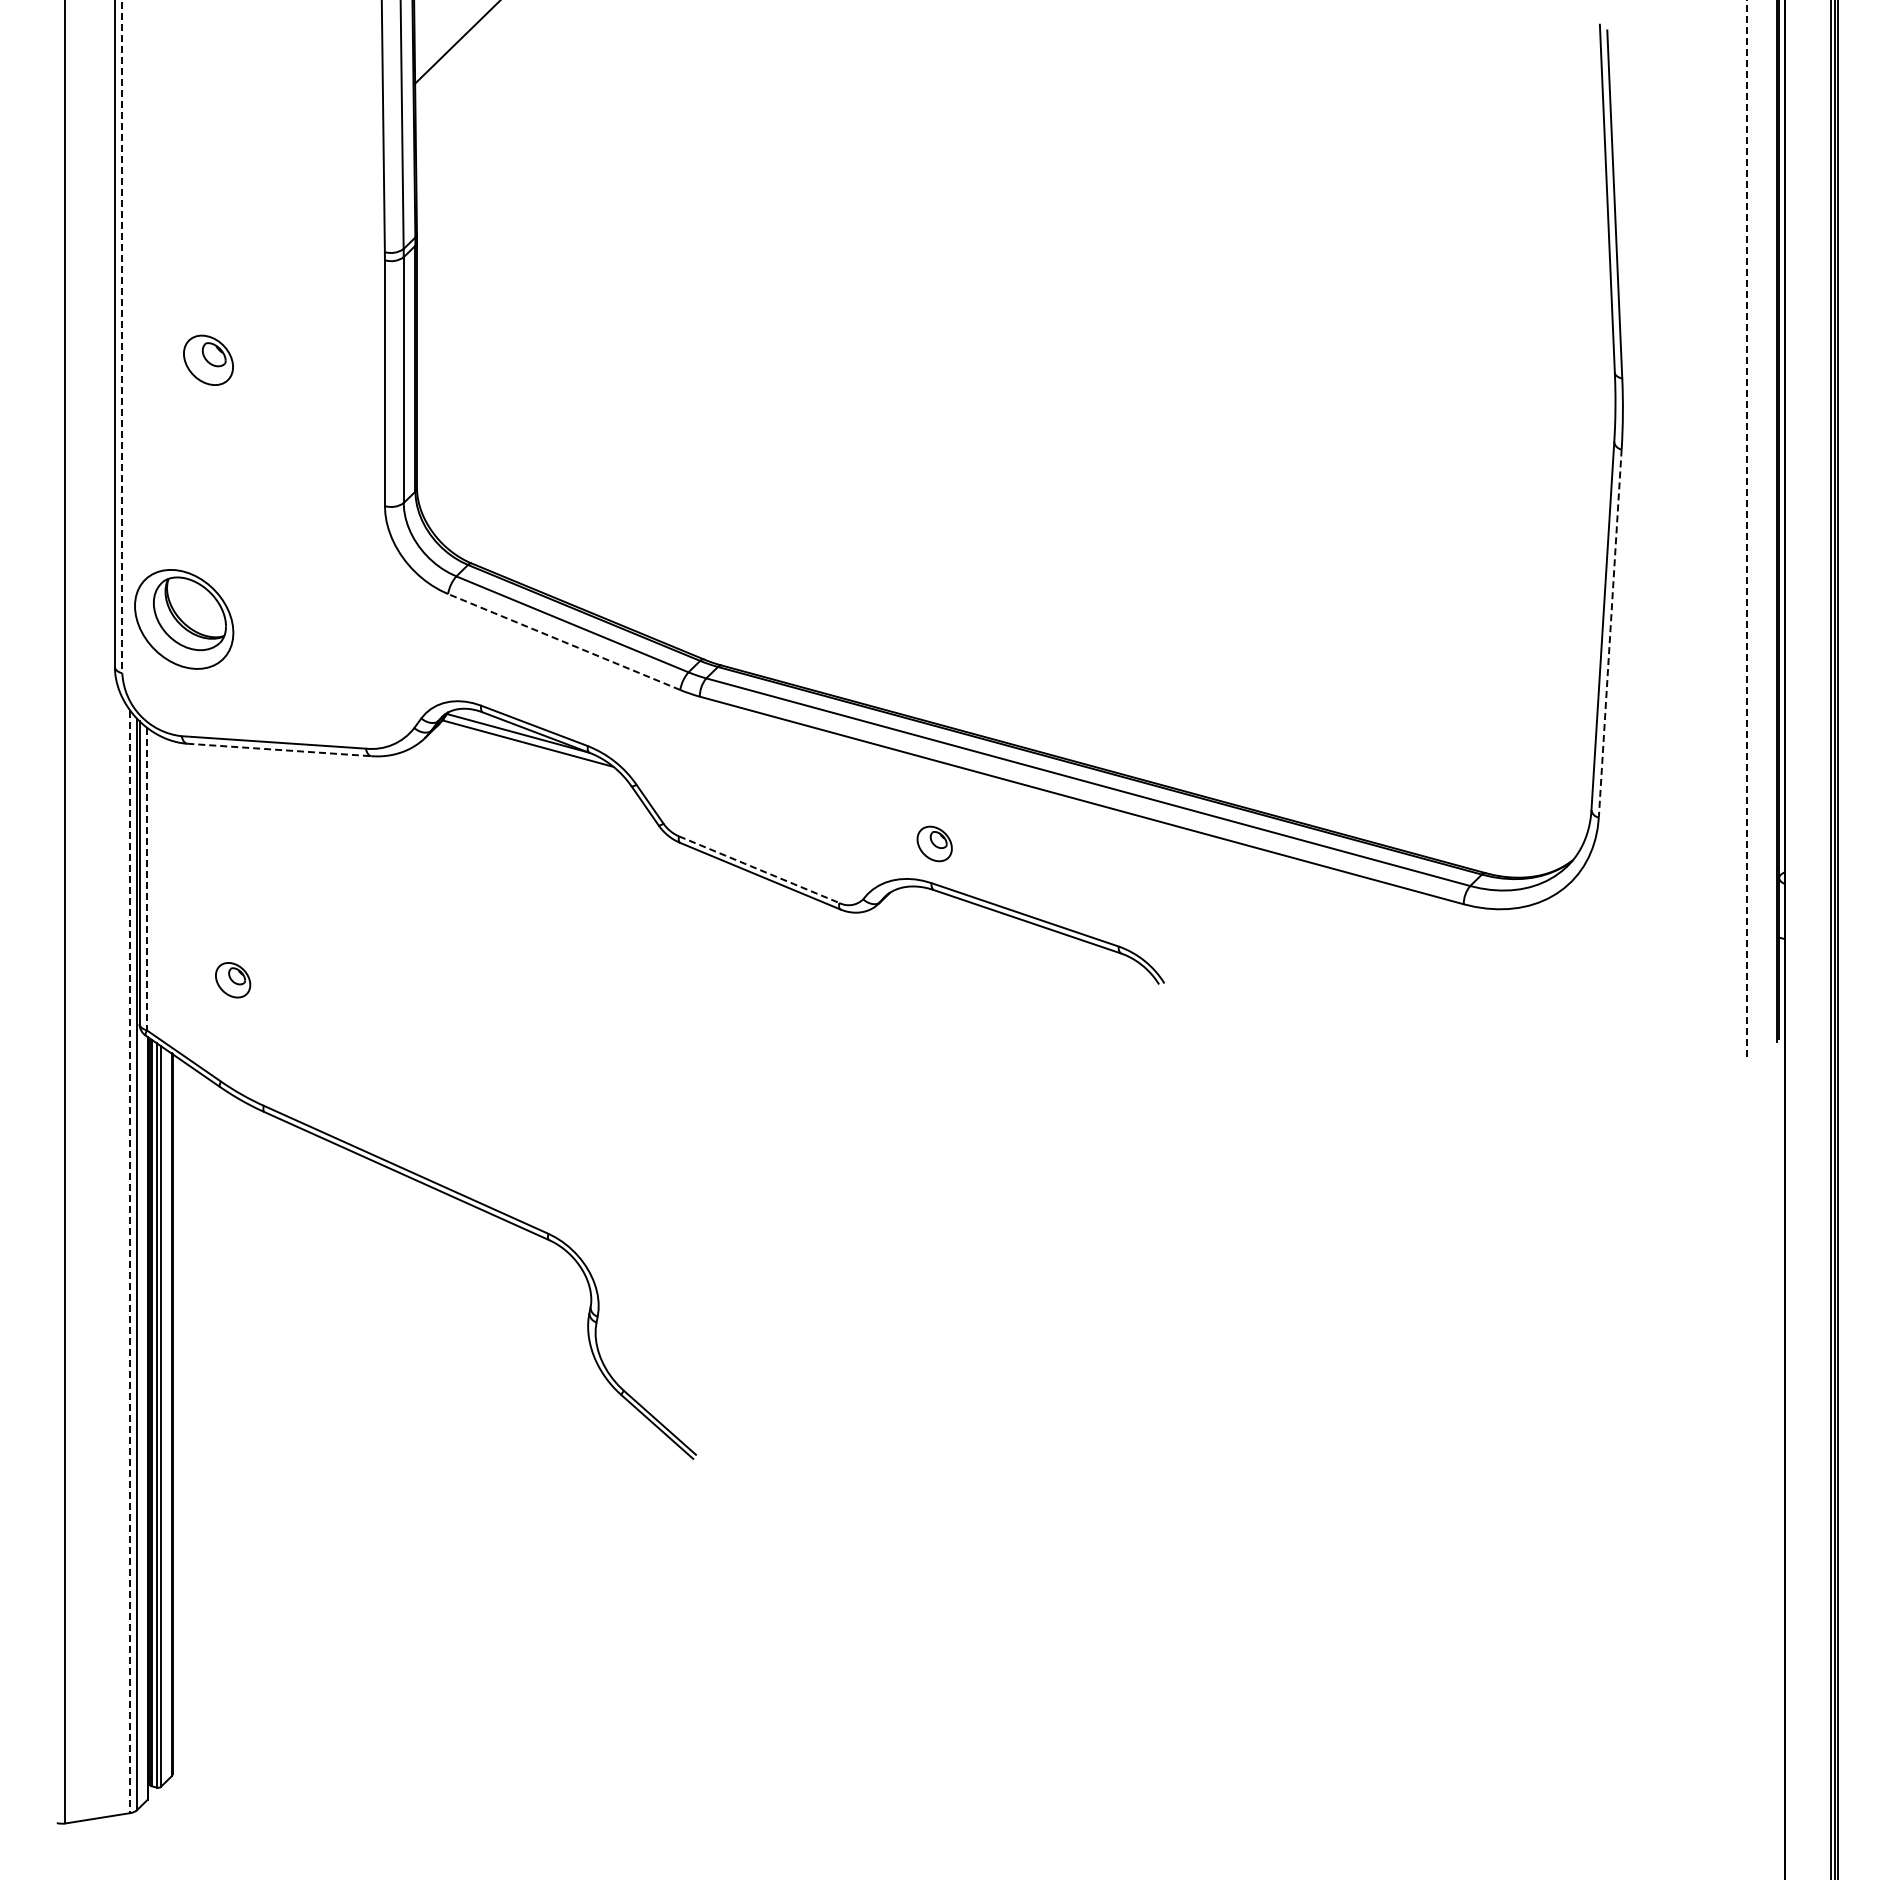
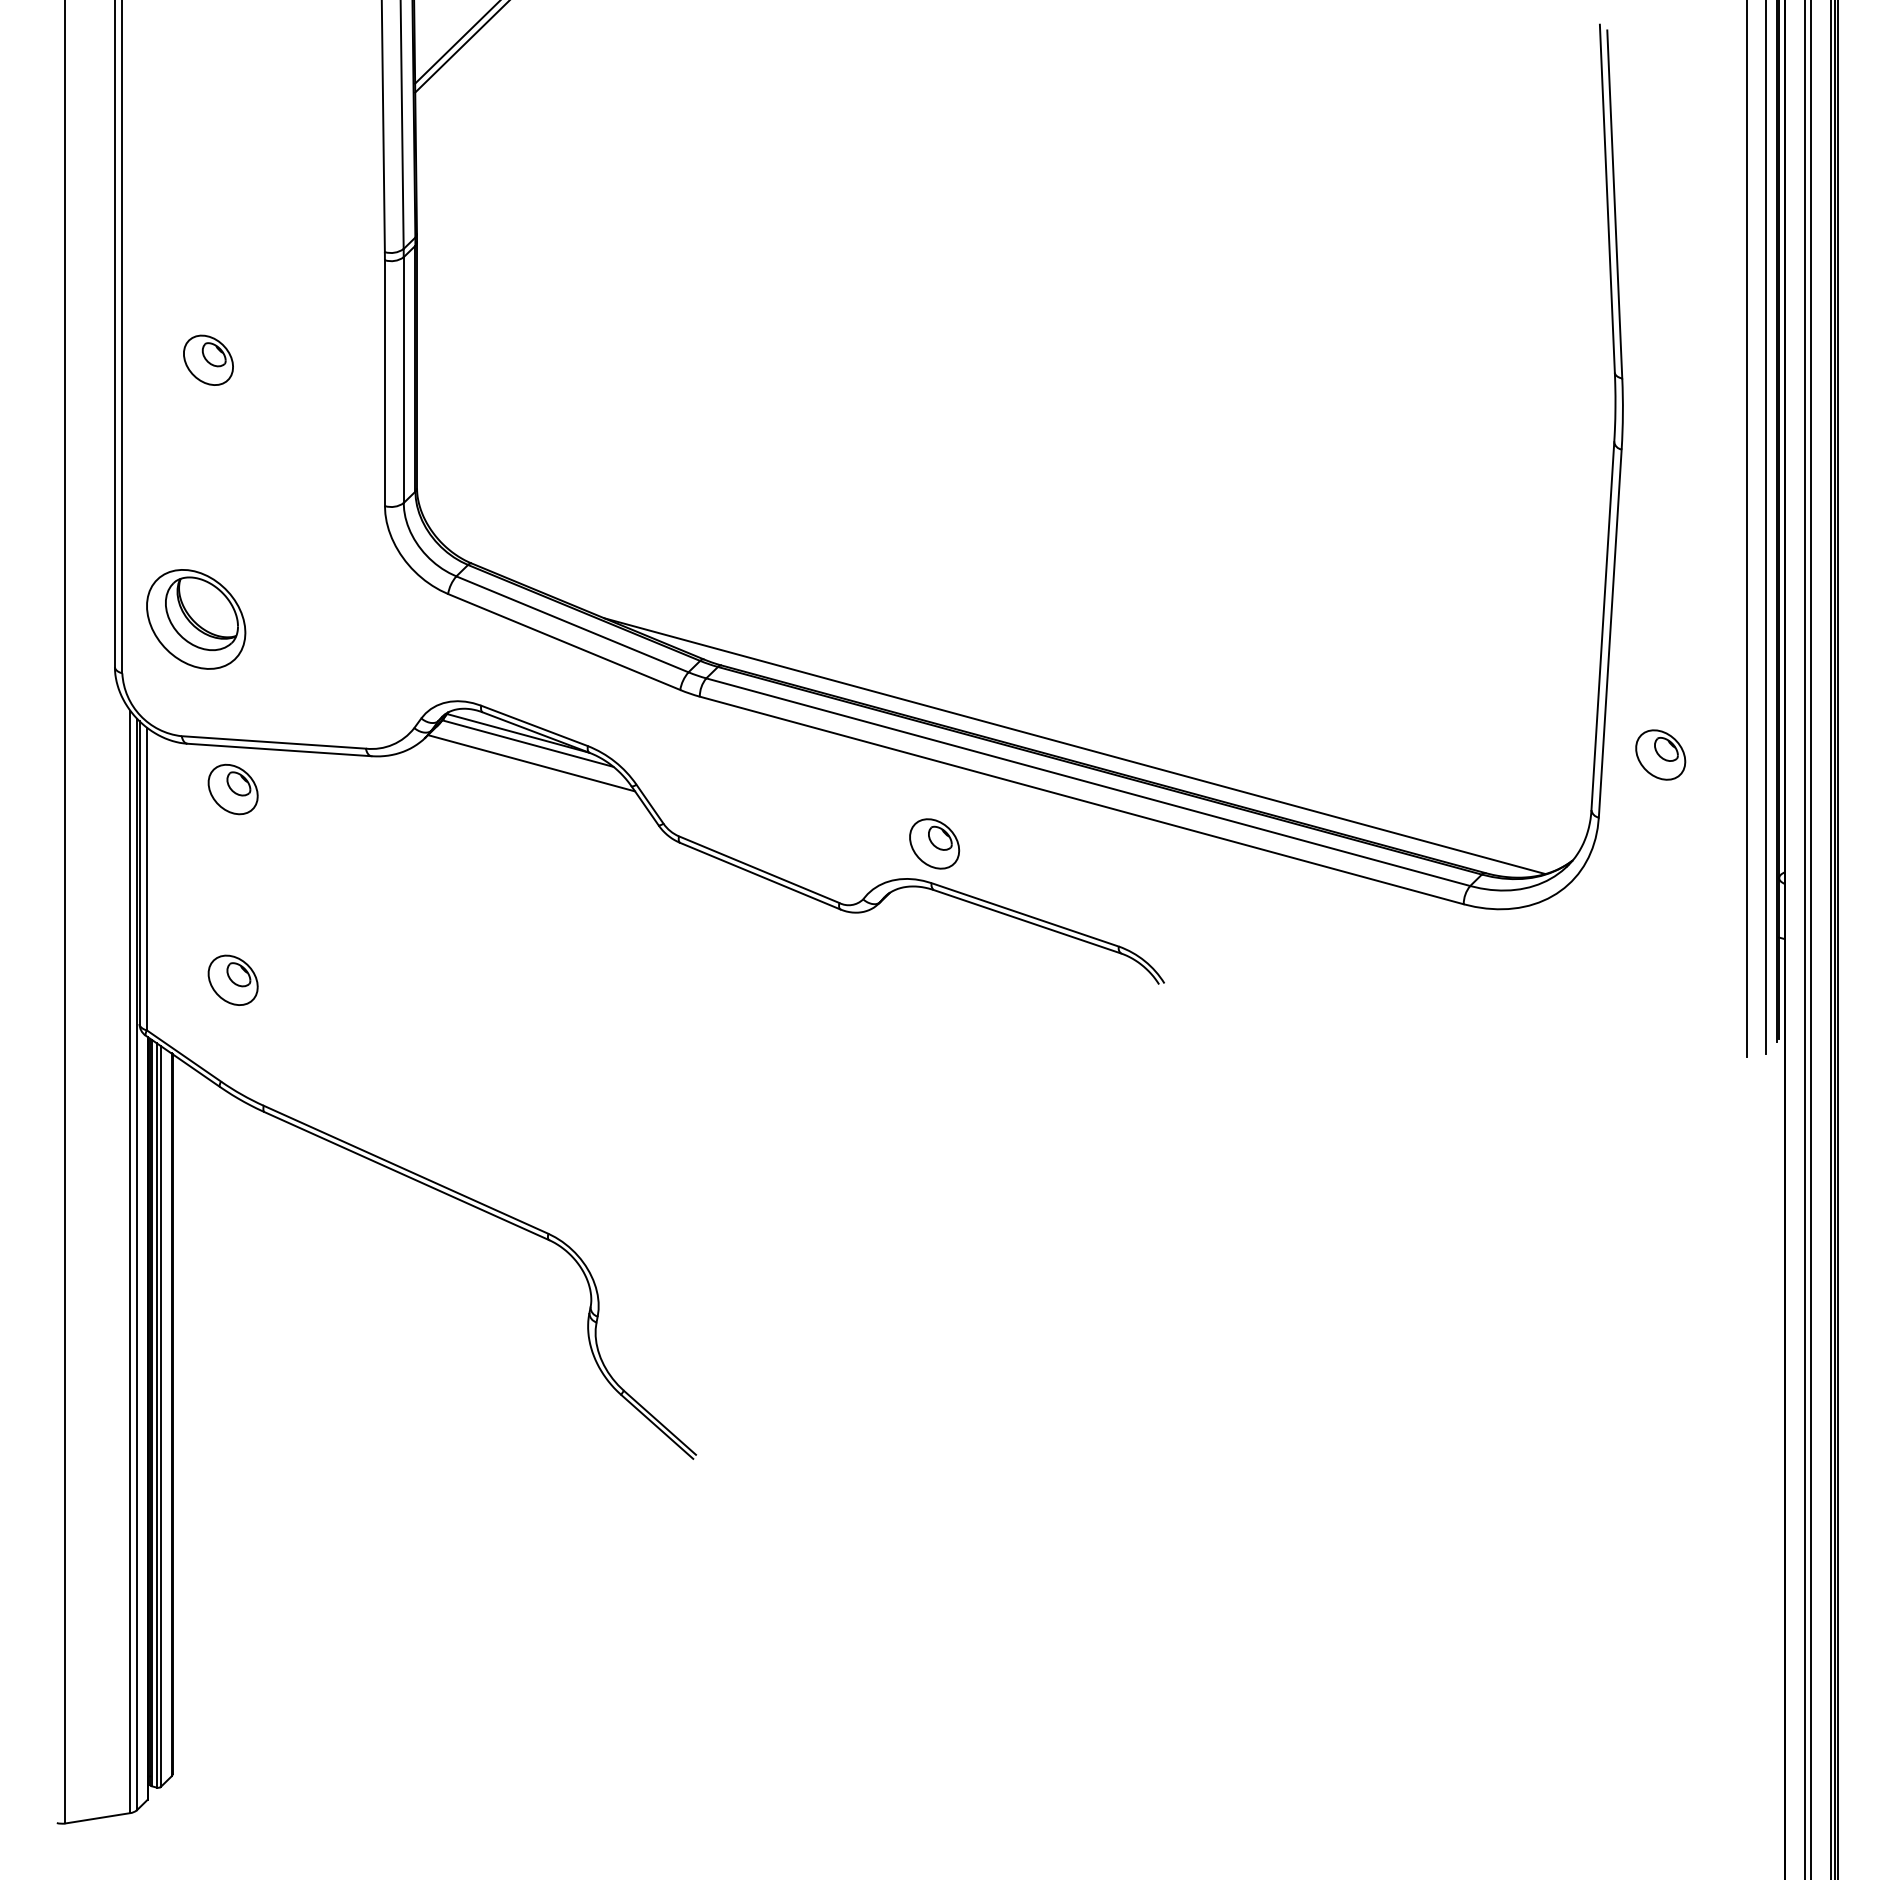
line at (461, 47): none -> present
line at (122, 337): dashed -> solid
line at (1765, 527): none -> present
line at (1746, 528): dashed -> solid
part at (184, 619) position: (184, 619) -> (196, 619)
line at (1610, 634): dashed -> solid
line at (564, 642): dashed -> solid
line at (1074, 746): none -> present
line at (279, 750): dashed -> solid
part at (1660, 754): none -> present
line at (531, 763): none -> present
part at (232, 789): none -> present
part at (934, 843) size: 37x38 px -> 52x52 px
line at (759, 869): dashed -> solid
line at (147, 879): dashed -> solid
line at (1805, 939): none -> present
line at (1810, 939): none -> present
part at (233, 980) size: 37x37 px -> 52x52 px
line at (130, 1262): dashed -> solid
